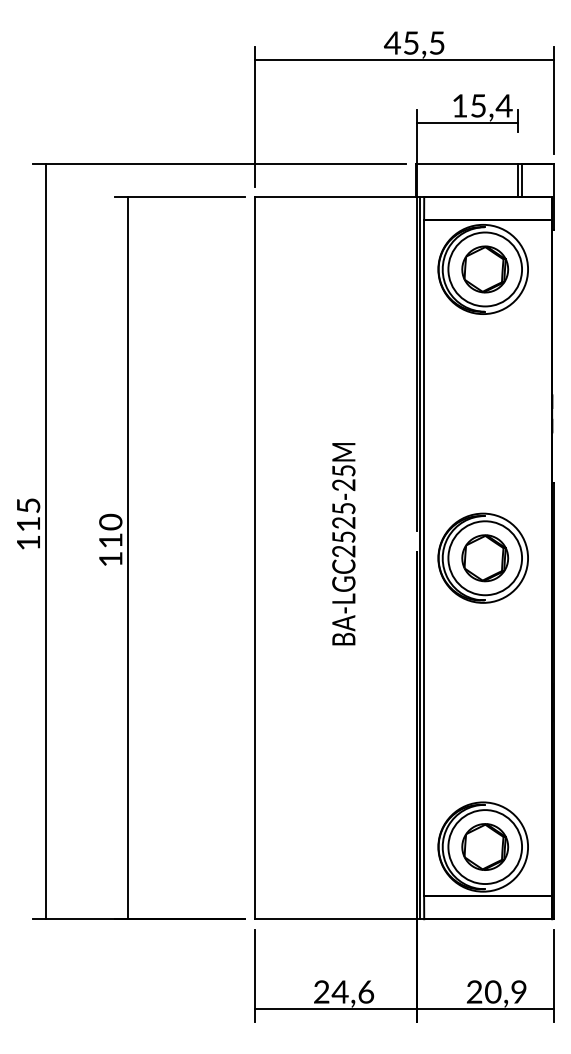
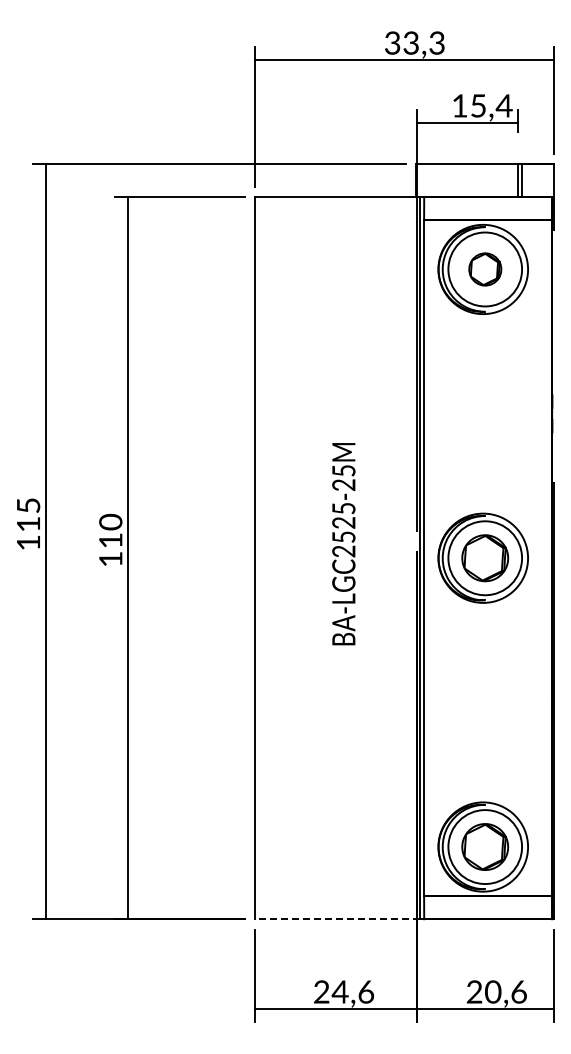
text at (413, 42): 45,5 -> 33,3
part at (485, 269) size: 49x49 px -> 35x35 px
line at (337, 919): solid -> dashed
text at (518, 991): 20,9 -> 20,6
